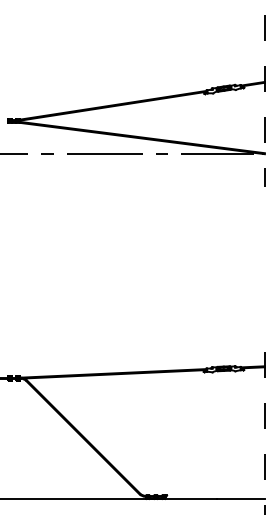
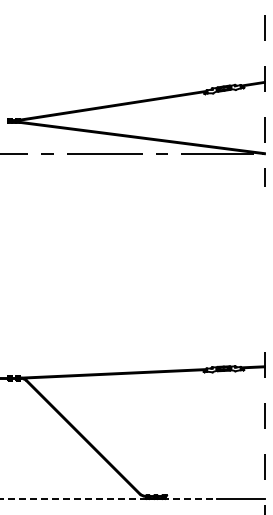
line at (108, 498): solid -> dashed
